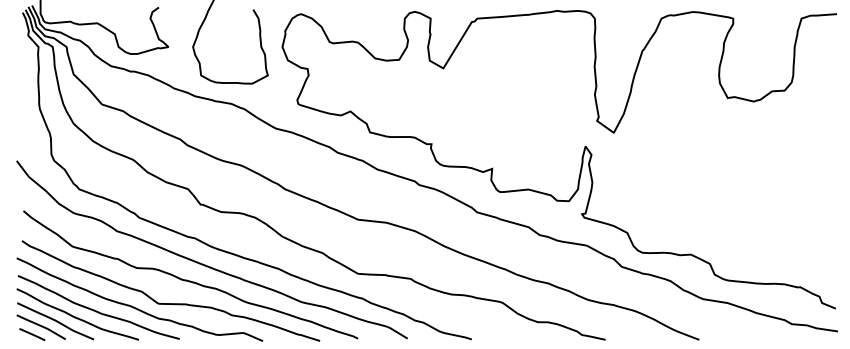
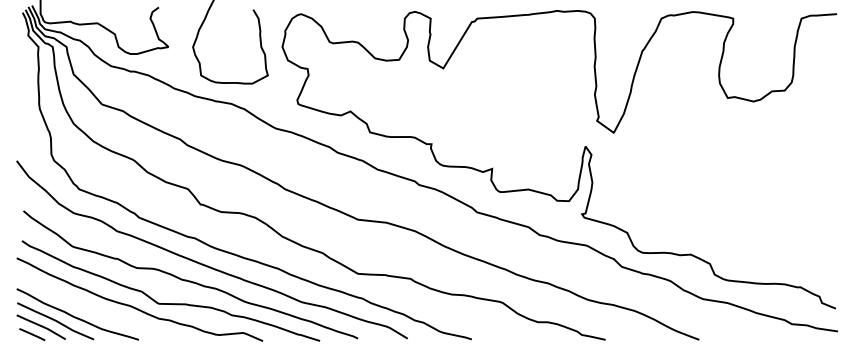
curve at (96, 310): present -> none
